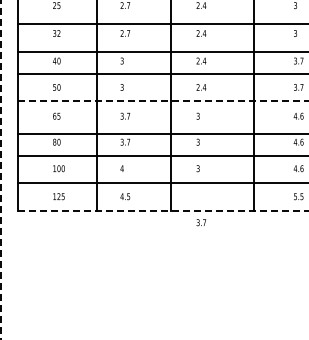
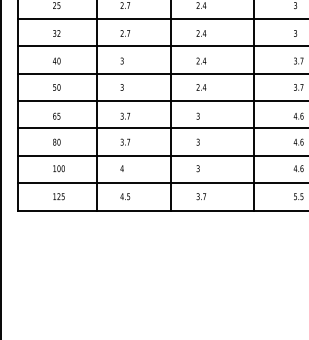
line at (161, 24) position: (161, 24) -> (161, 19)
line at (161, 52) position: (161, 52) -> (161, 46)
line at (164, 101): dashed -> solid
line at (161, 134) position: (161, 134) -> (161, 128)
line at (0, 169): dashed -> solid
line at (164, 210): dashed -> solid
text at (201, 222) position: (201, 222) -> (201, 196)
